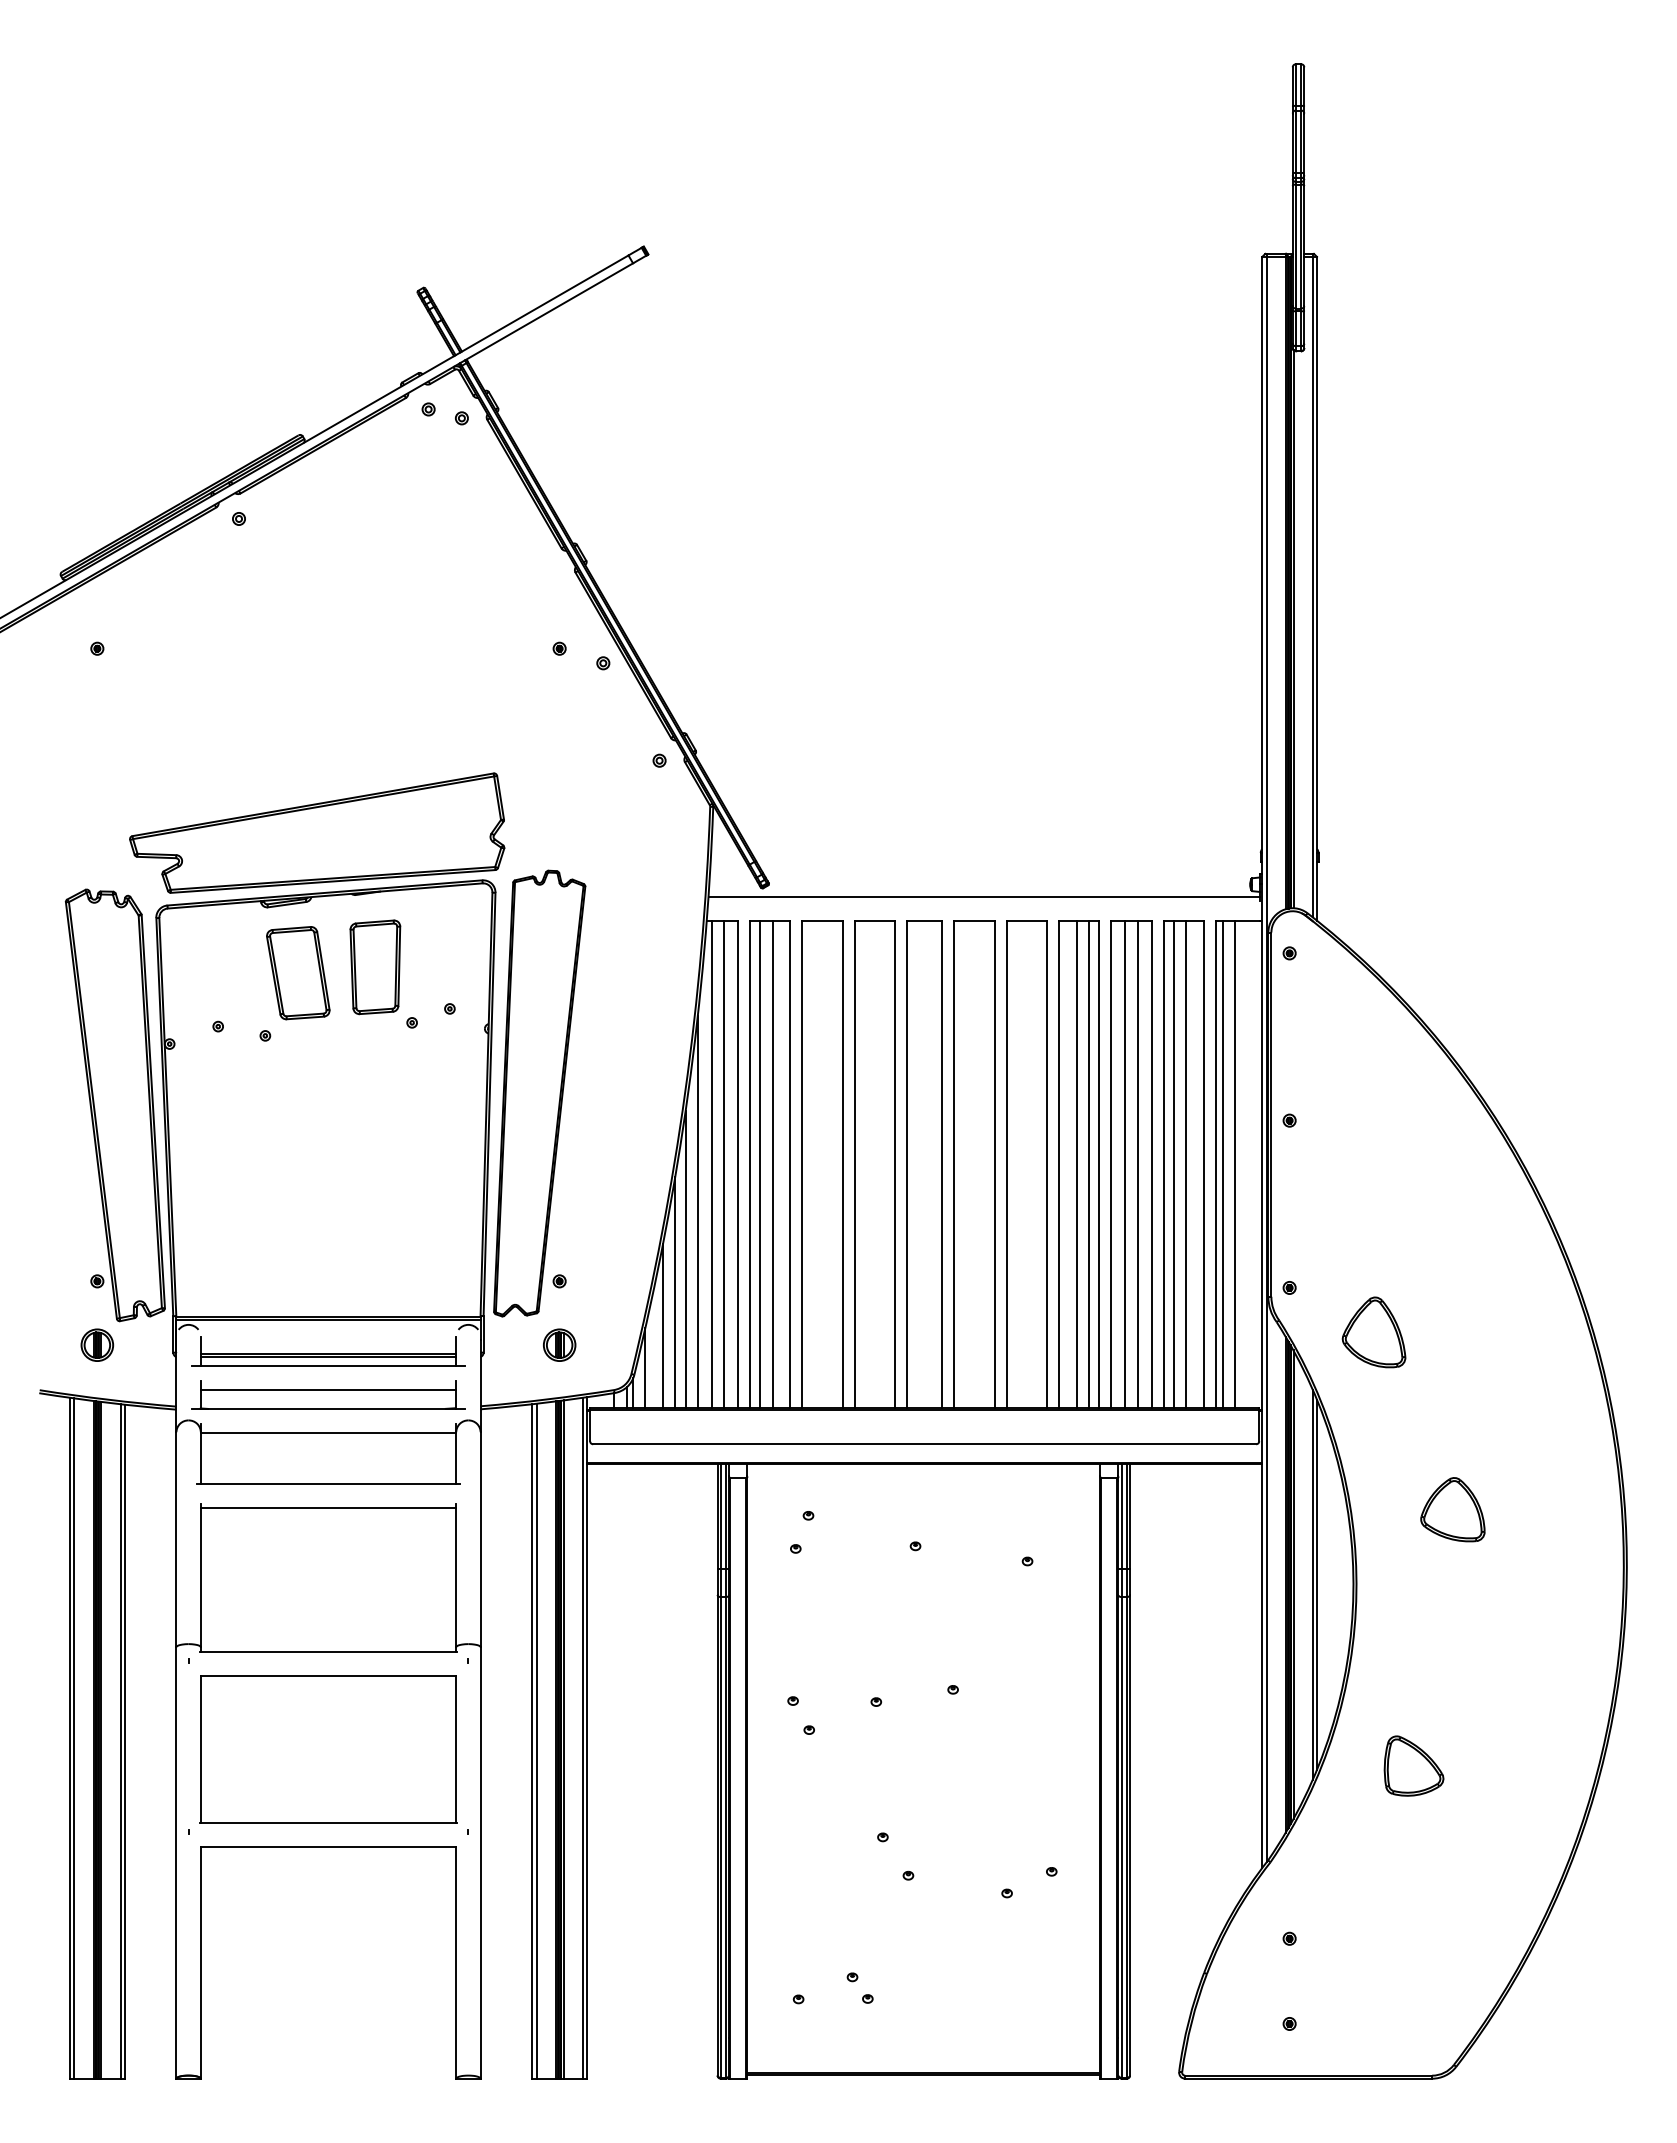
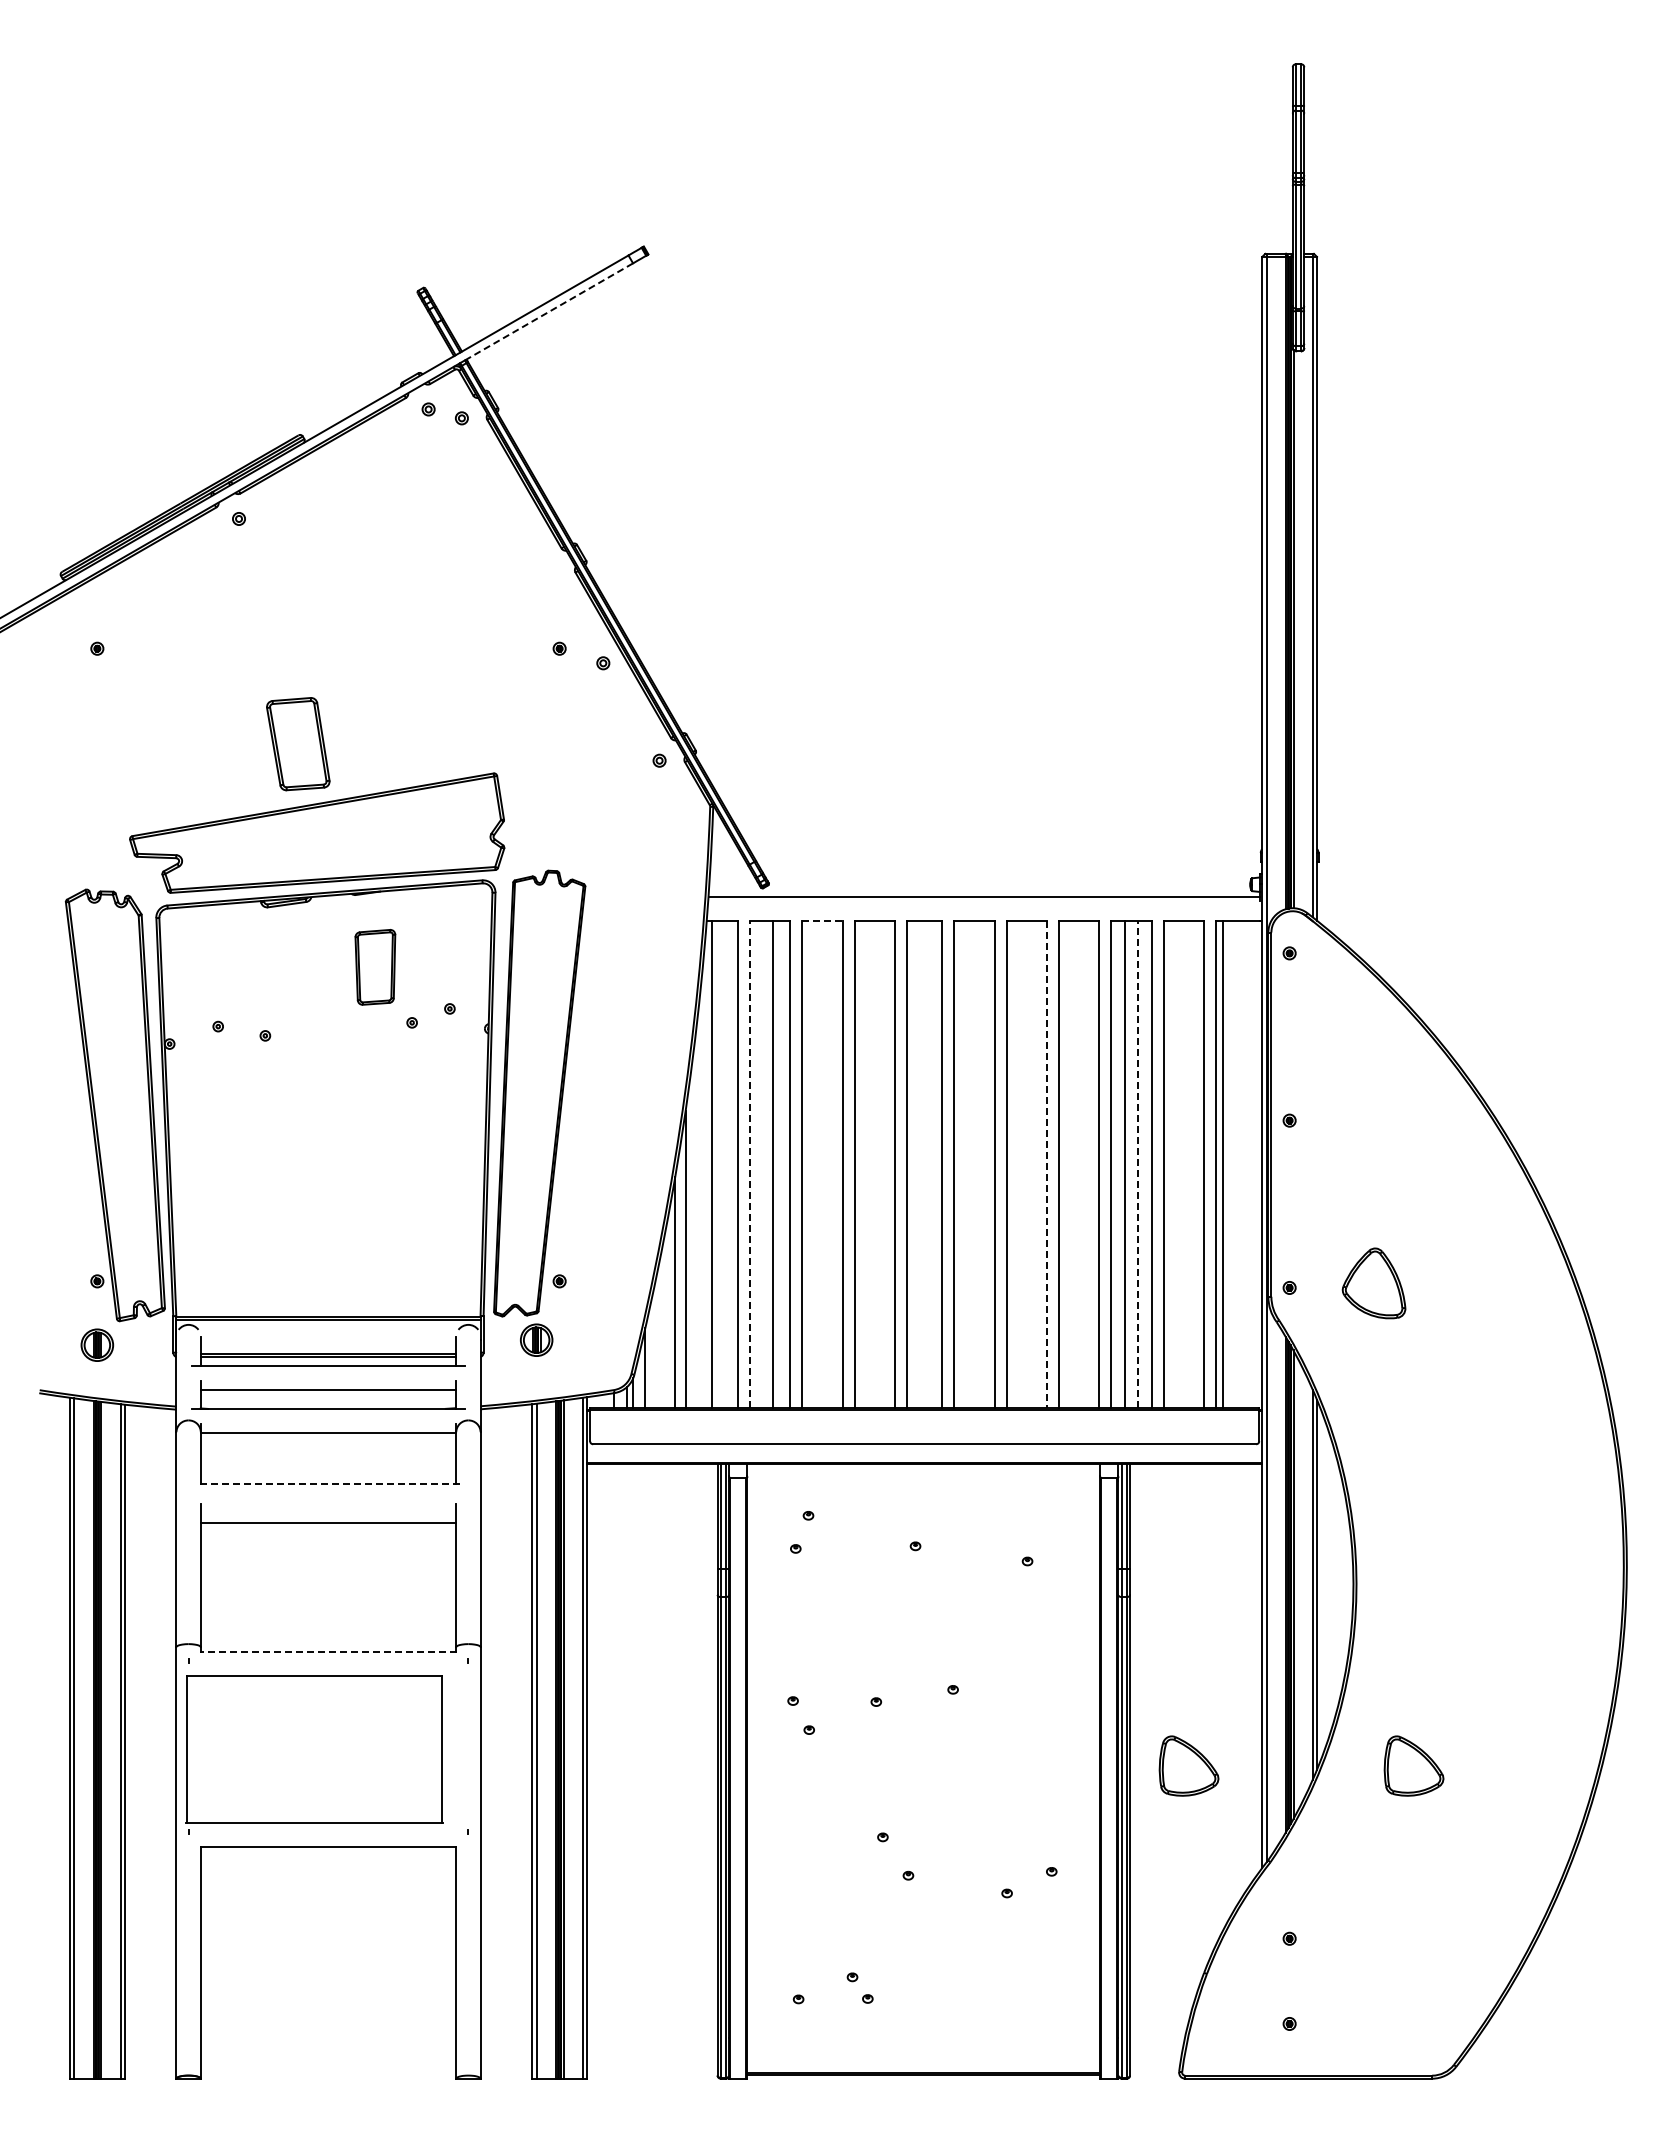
line at (549, 311): solid -> dashed
line at (822, 921): solid -> dashed
part at (375, 967) size: 53x97 px -> 43x77 px
part at (298, 973) position: (298, 973) -> (298, 744)
line at (750, 1163): solid -> dashed
line at (1137, 1163): solid -> dashed
line at (723, 1164): present -> none
line at (760, 1164): present -> none
line at (1046, 1164): solid -> dashed
line at (1076, 1164): present -> none
line at (1088, 1164): present -> none
line at (1174, 1164): present -> none
line at (1186, 1164): present -> none
line at (1234, 1164): present -> none
line at (697, 1211): present -> none
line at (663, 1325): present -> none
part at (1373, 1332) position: (1373, 1332) -> (1373, 1283)
part at (559, 1344) position: (559, 1344) -> (536, 1339)
line at (328, 1483): solid -> dashed
line at (328, 1508) position: (328, 1508) -> (328, 1523)
part at (1452, 1509): present -> none
line at (328, 1652): solid -> dashed
part at (328, 1749) position: (328, 1749) -> (314, 1749)
part at (1188, 1765): none -> present
